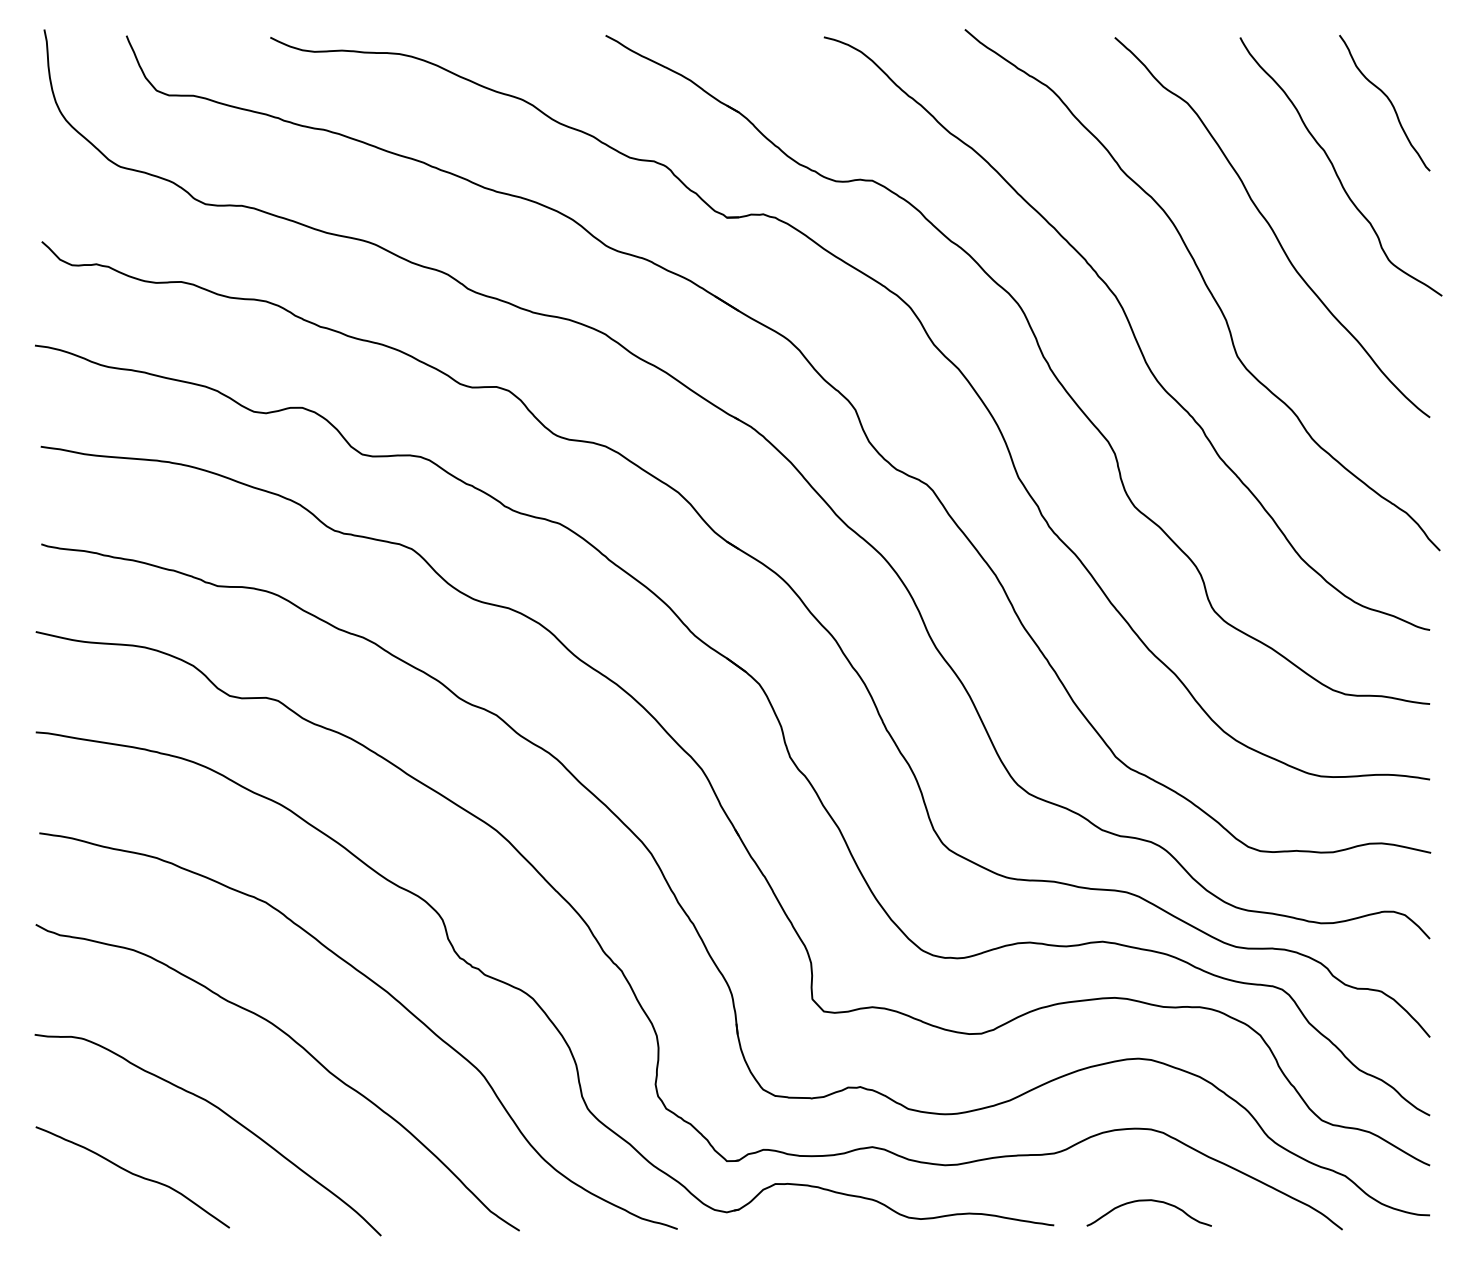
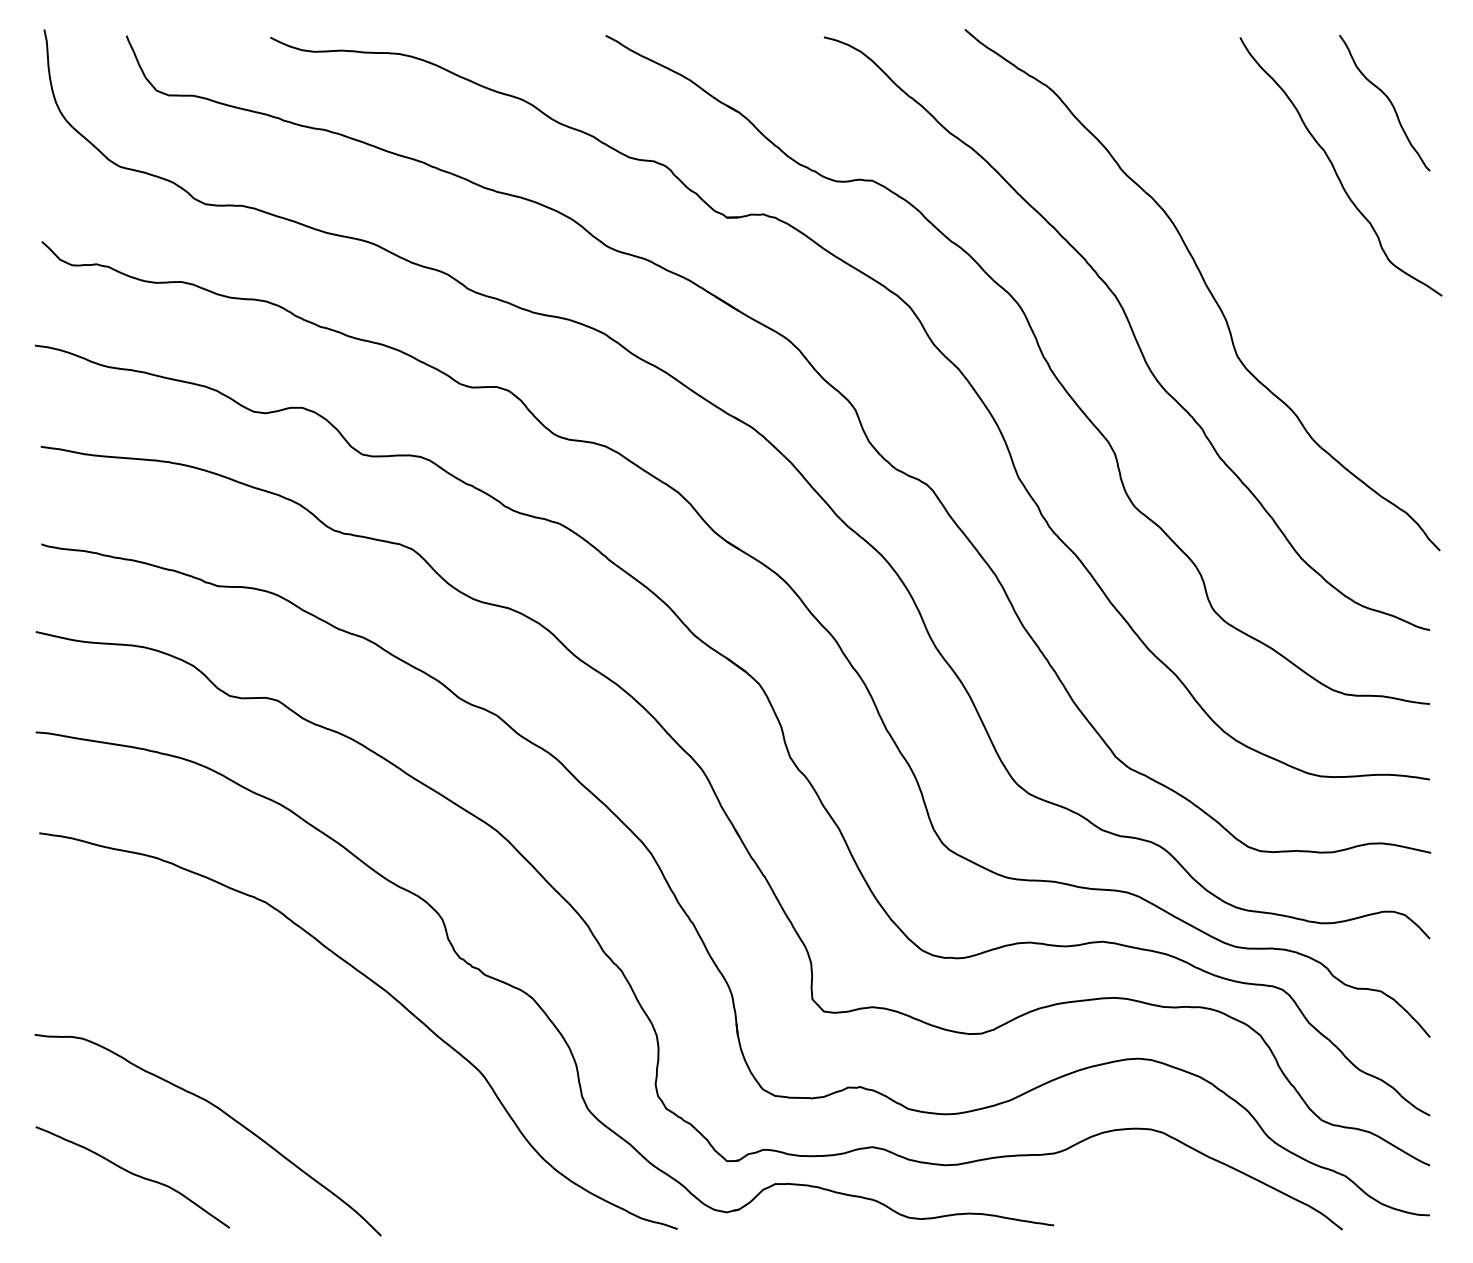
curve at (1271, 227): present -> none
curve at (299, 1046): present -> none
curve at (1148, 1201): present -> none
